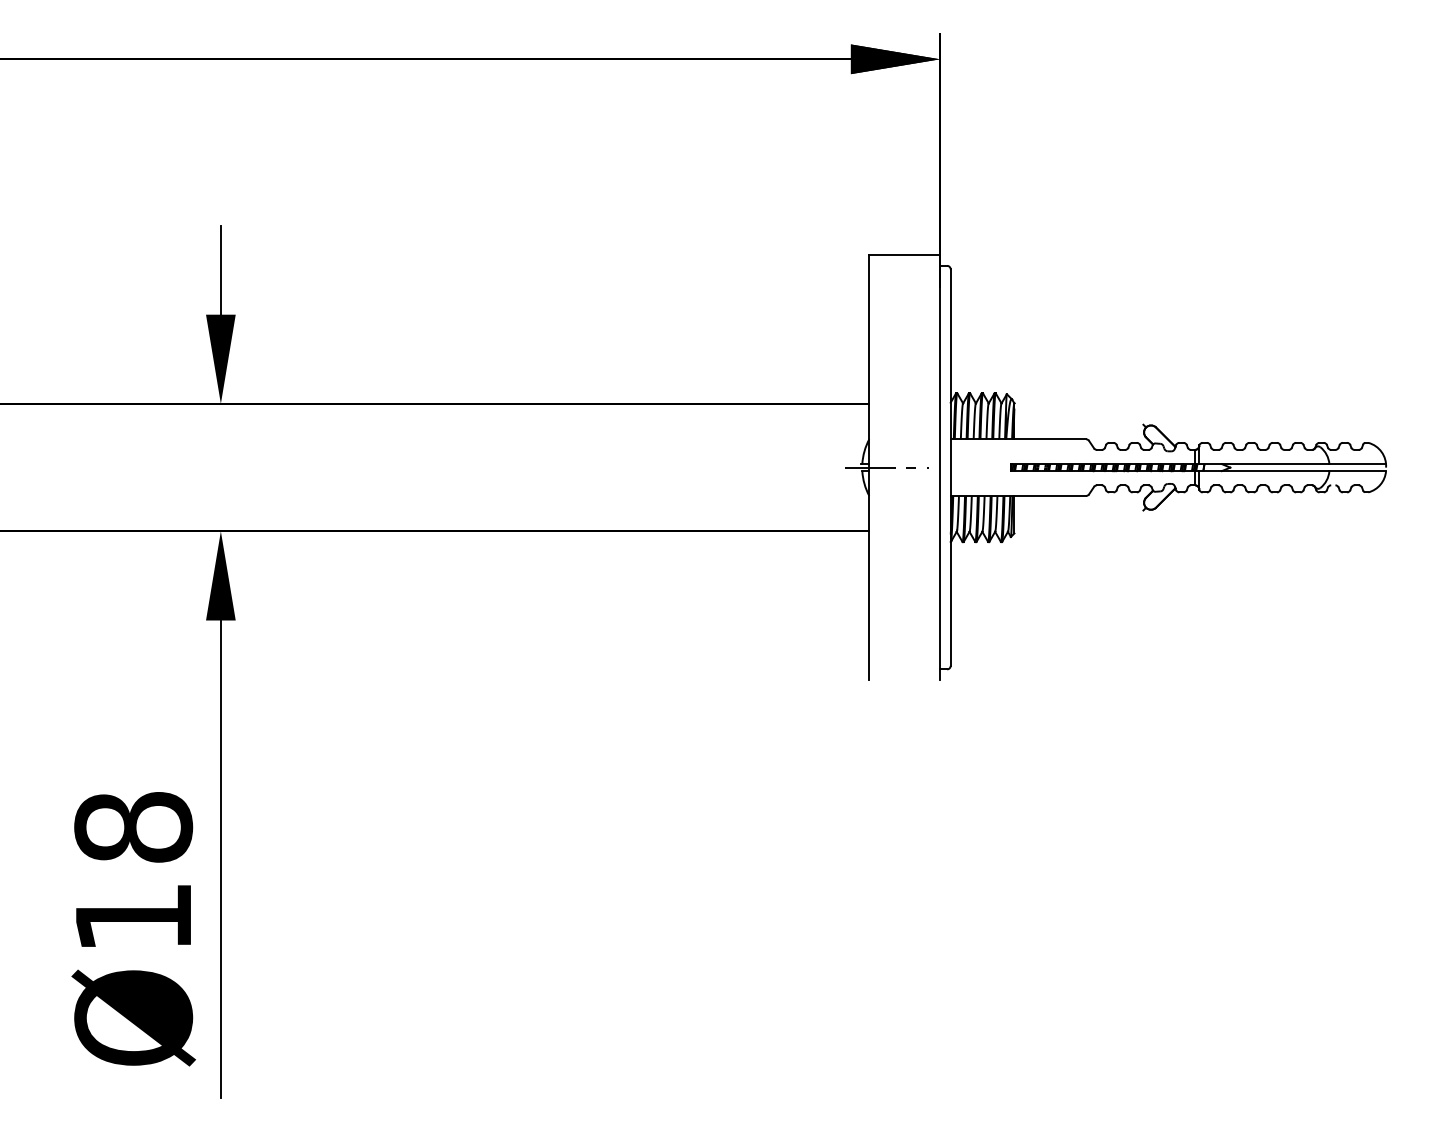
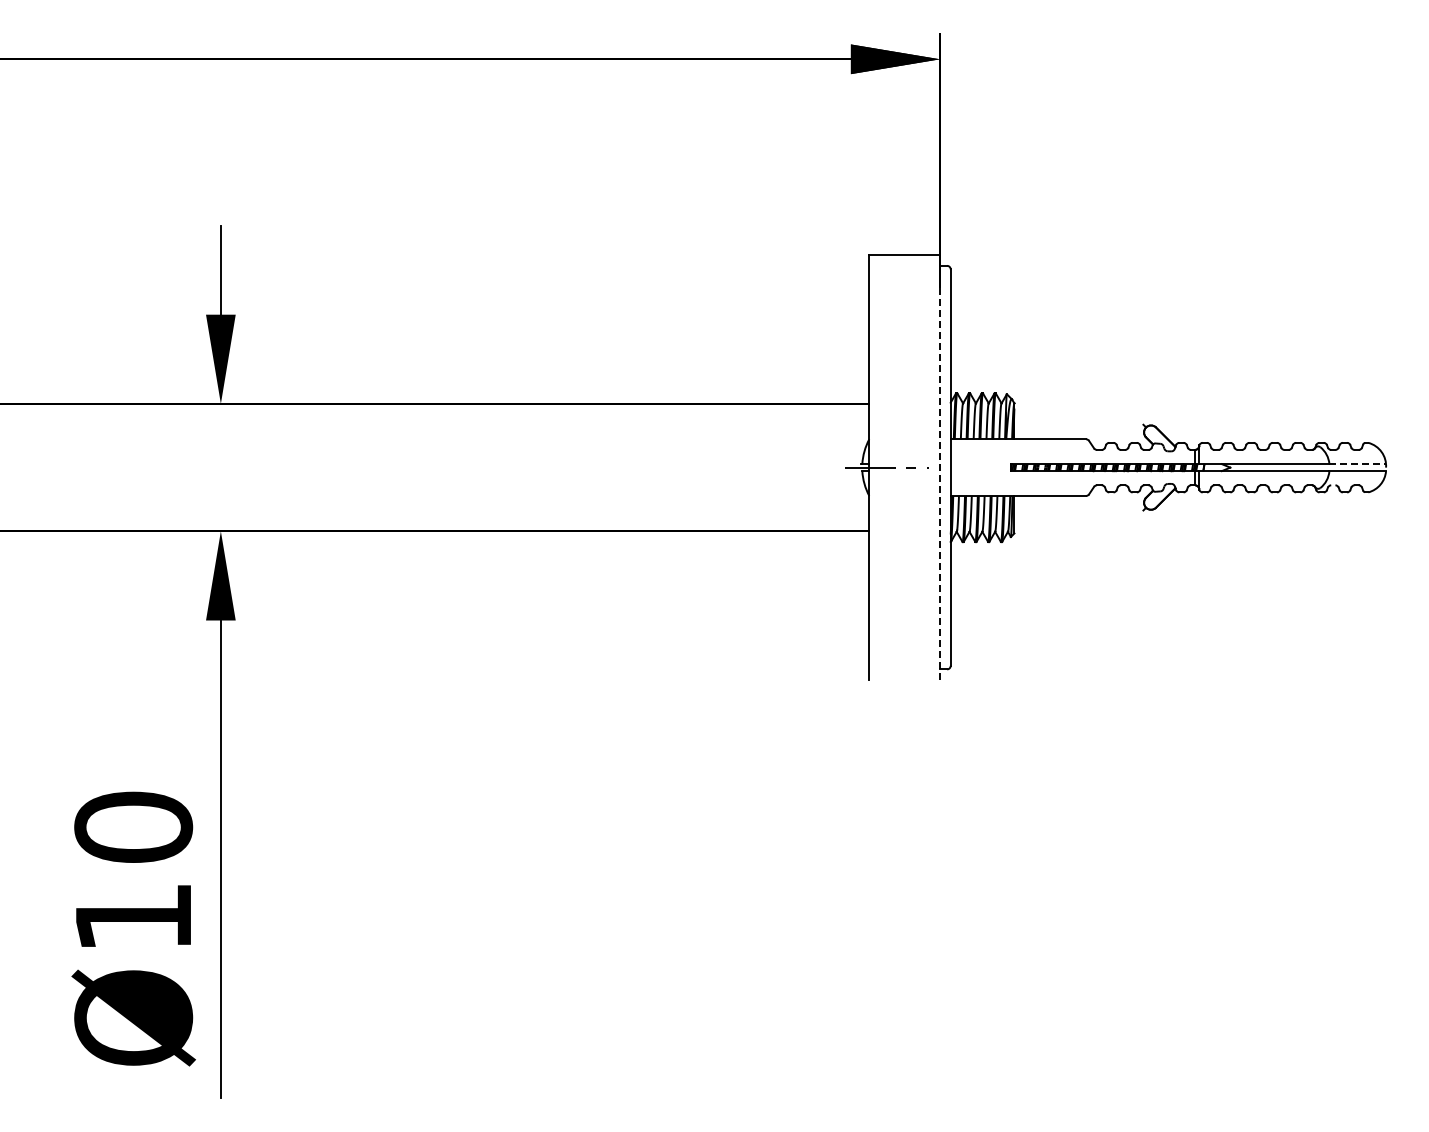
line at (1358, 464): solid -> dashed
line at (940, 467): solid -> dashed
text at (133, 826): Ø18 -> Ø10
